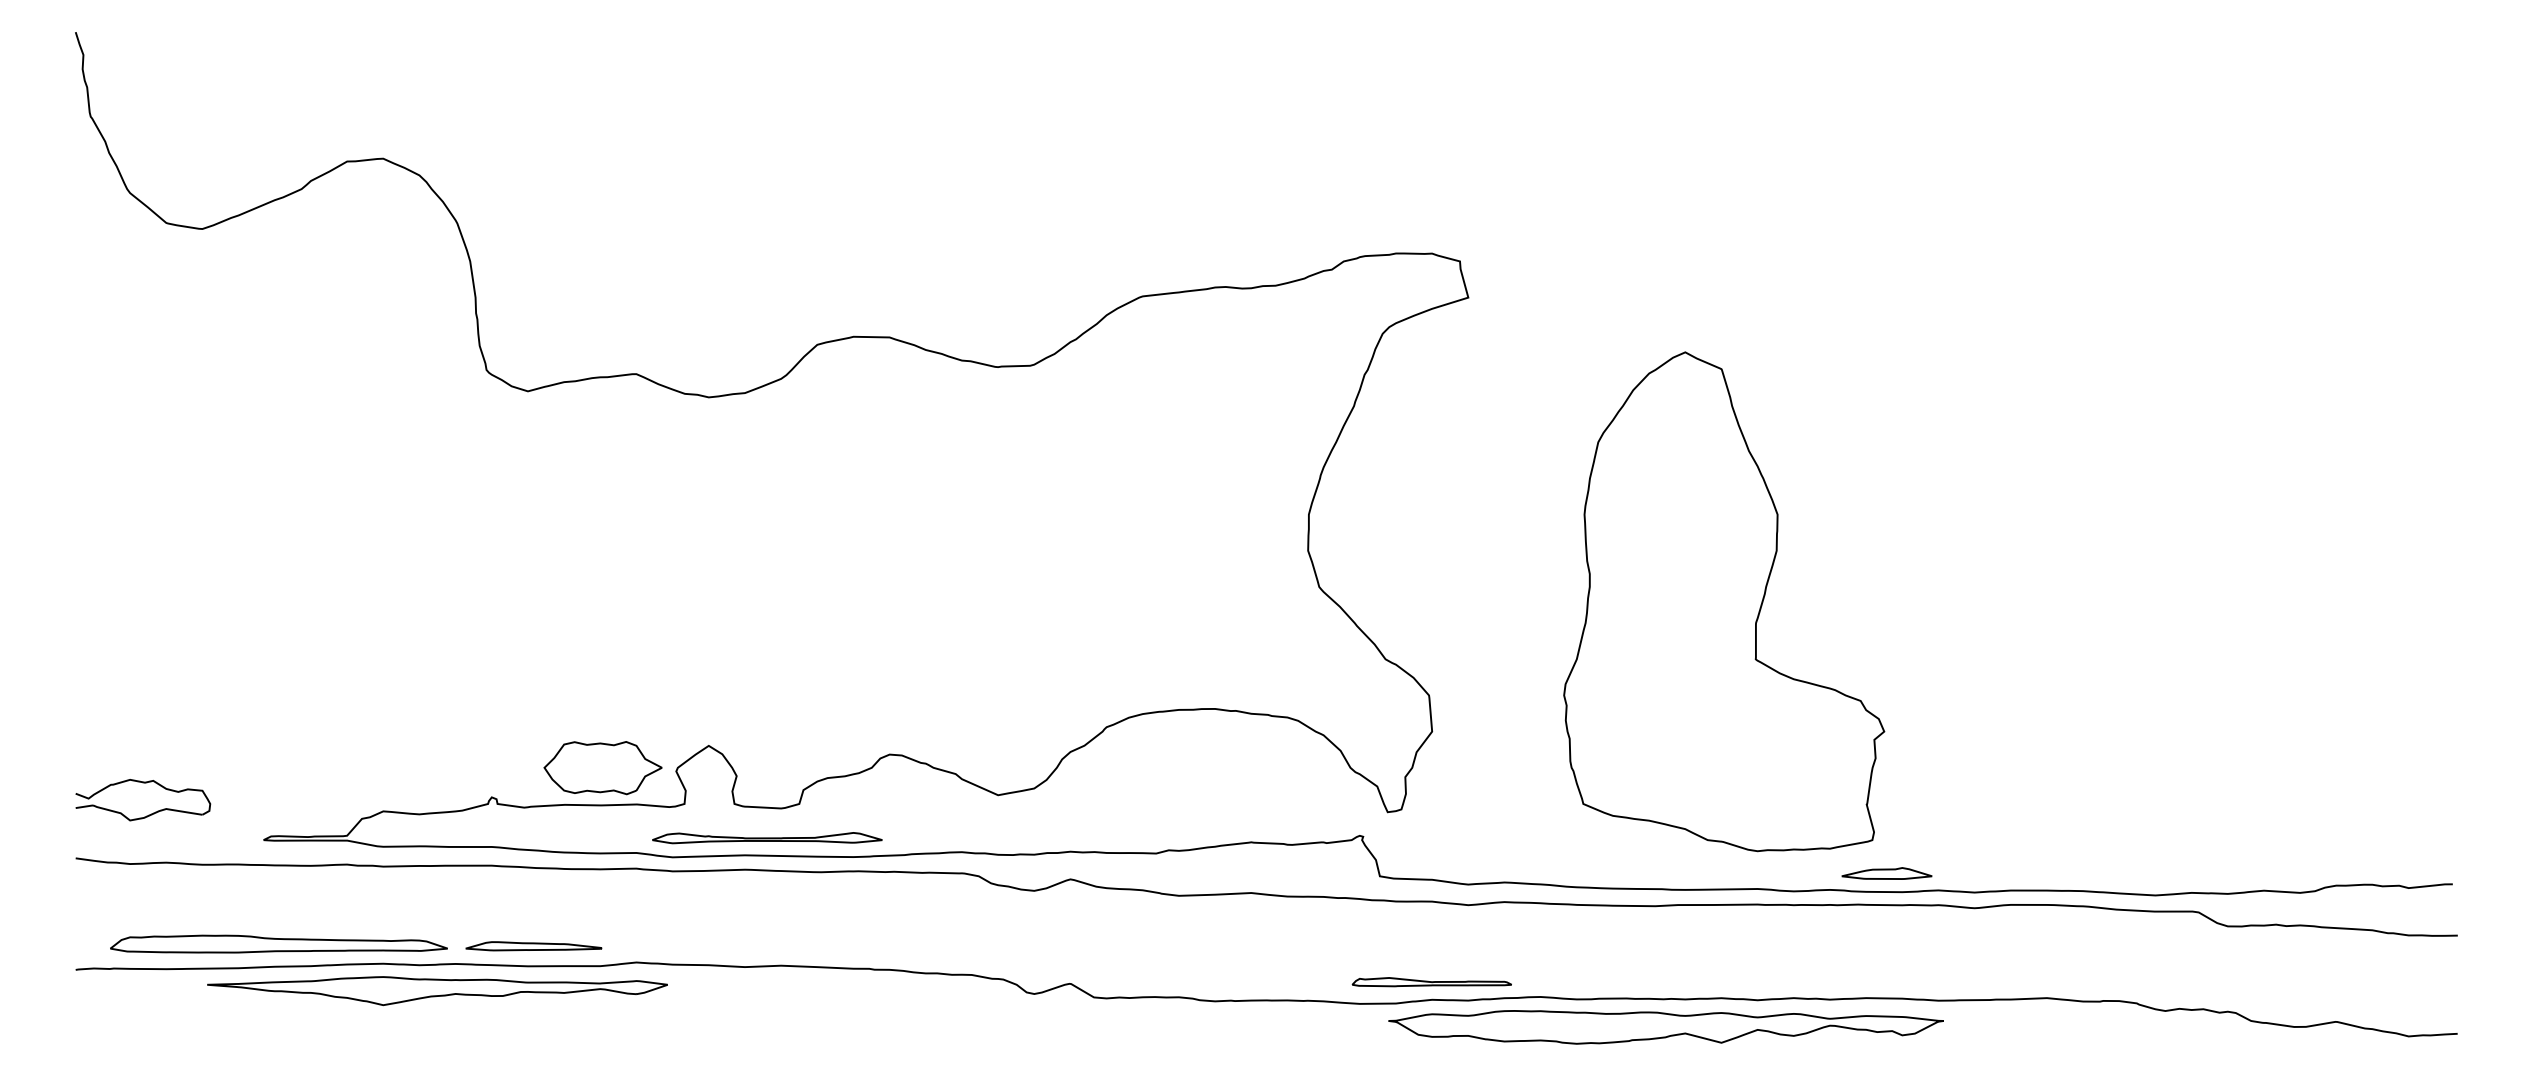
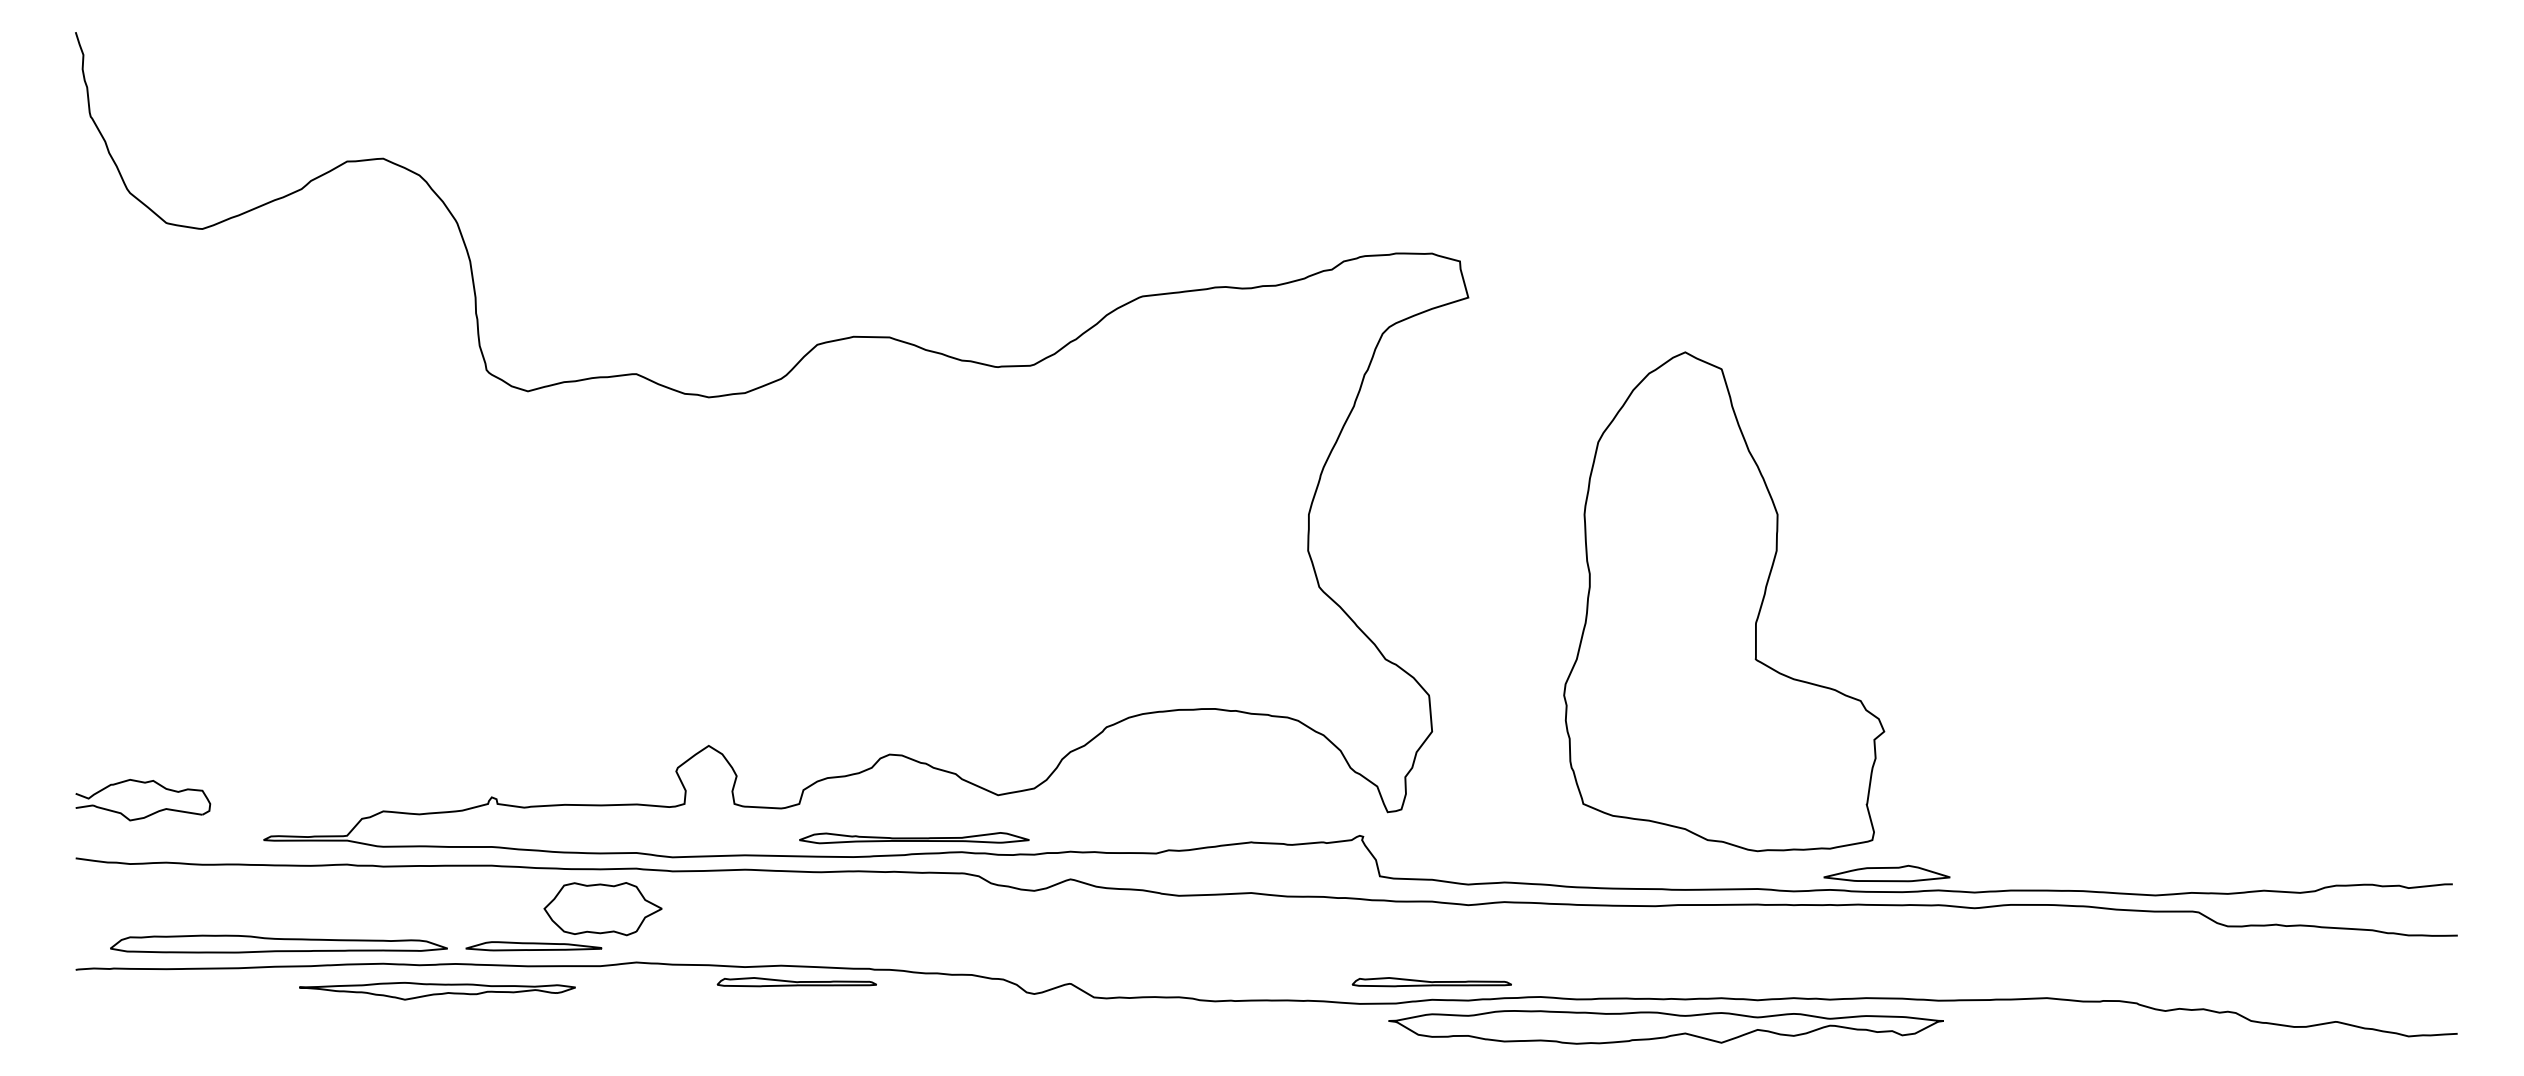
part at (602, 768) position: (602, 768) -> (602, 909)
part at (767, 838) position: (767, 838) -> (914, 838)
part at (1886, 873) size: 92x13 px -> 128x19 px
part at (796, 982): none -> present
part at (437, 991) size: 461x31 px -> 277x19 px
